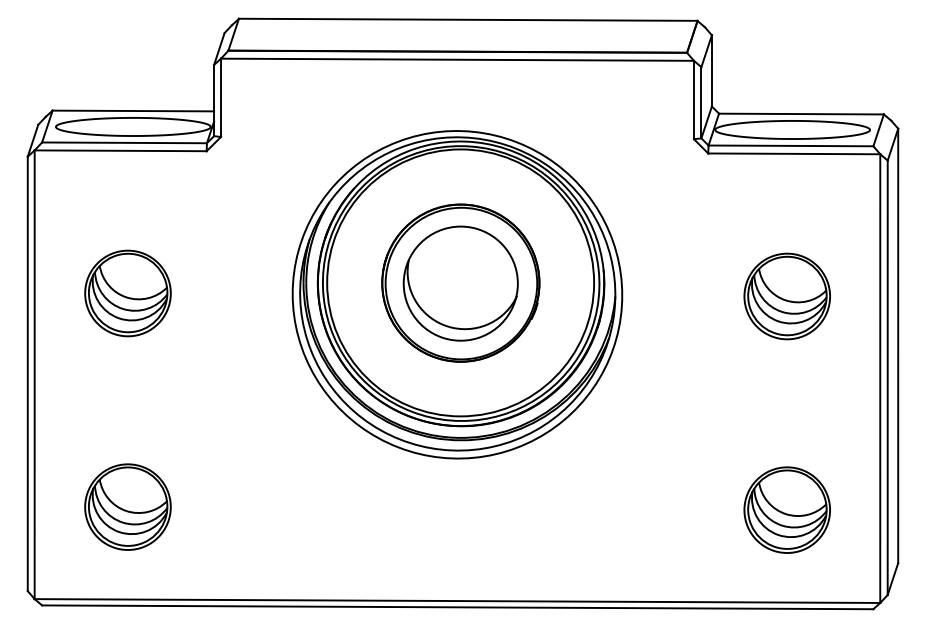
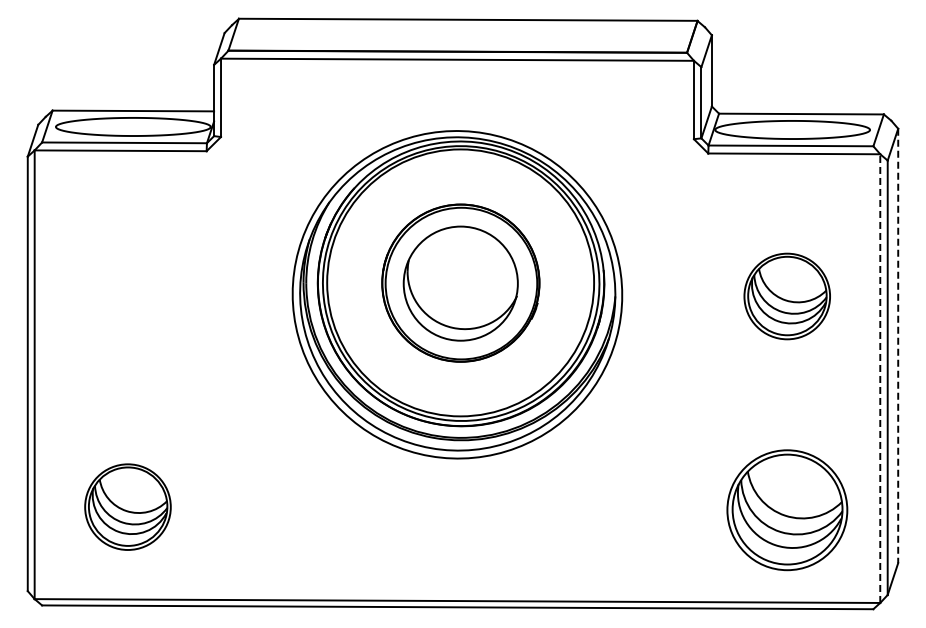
part at (127, 293): present -> none
line at (898, 346): solid -> dashed
line at (880, 378): solid -> dashed
part at (786, 509) size: 88x88 px -> 123x123 px
